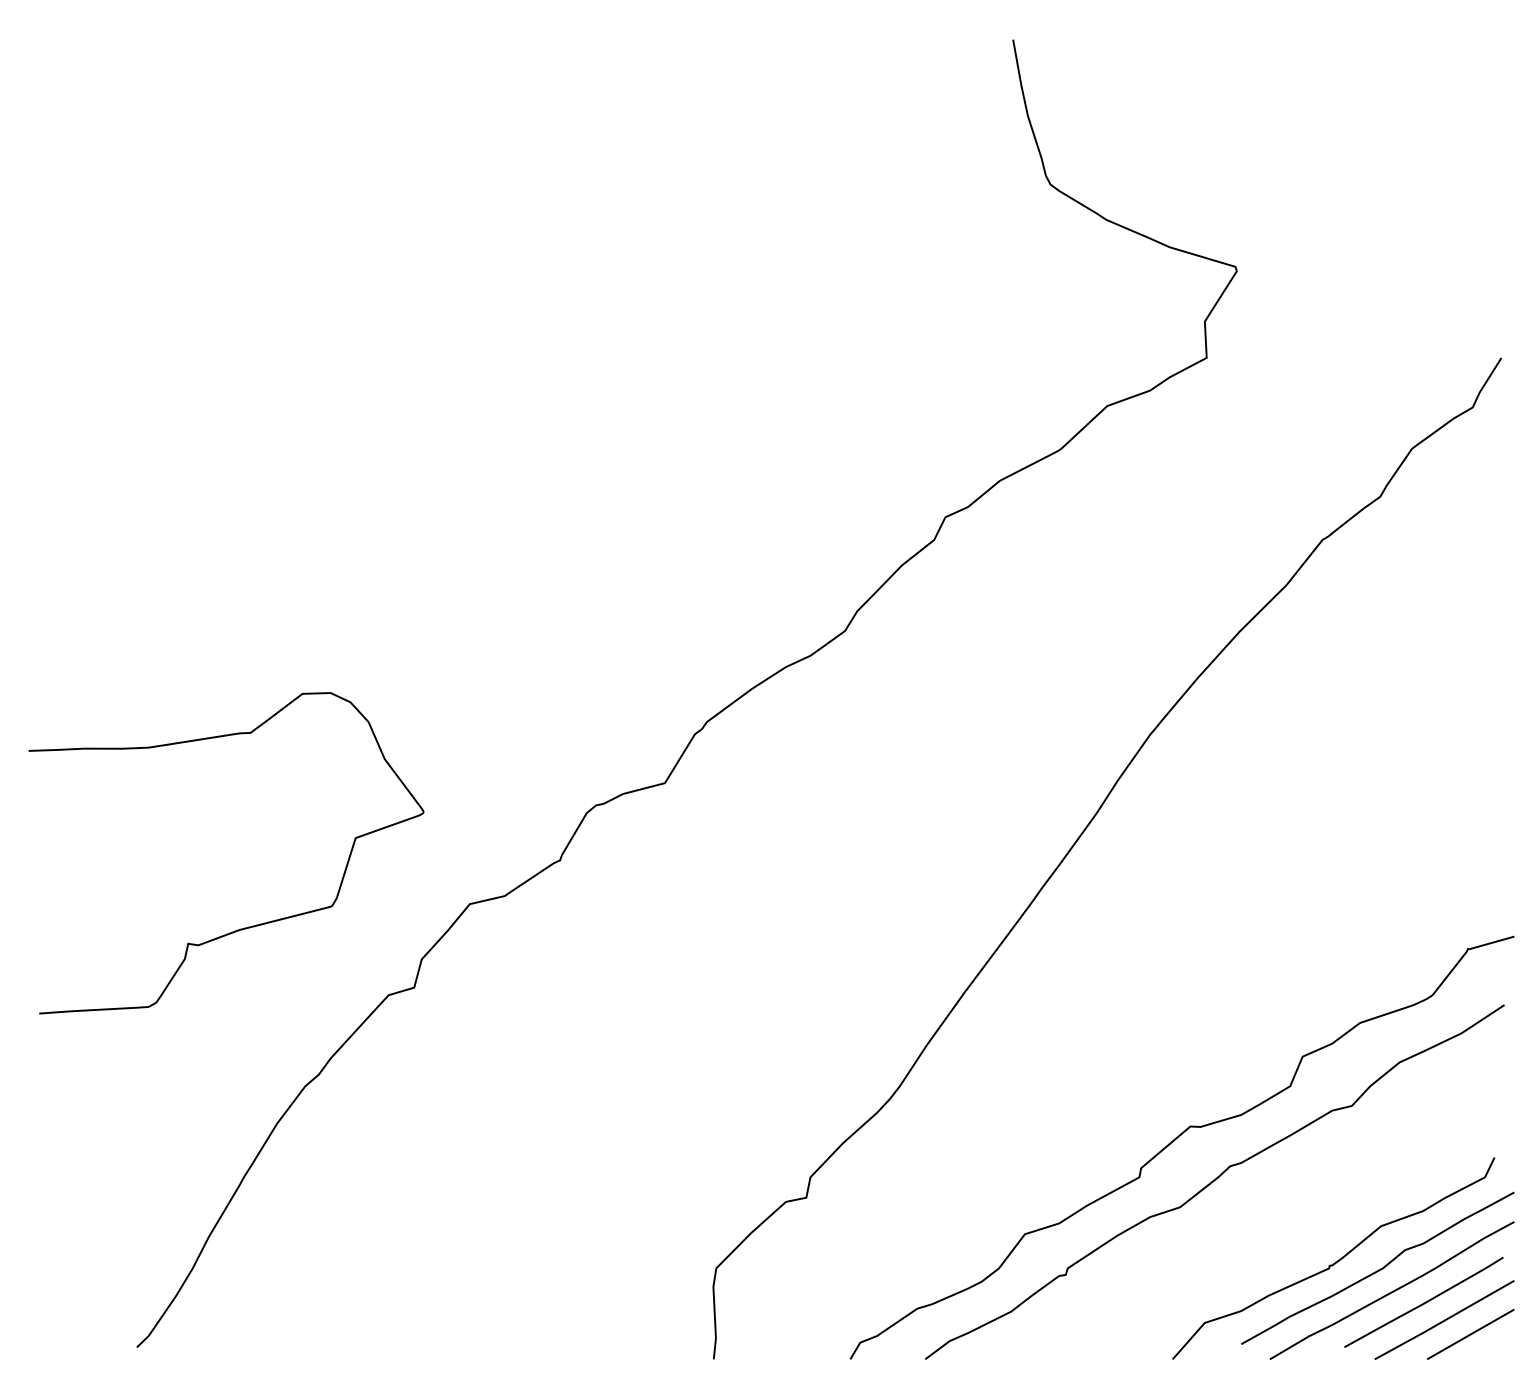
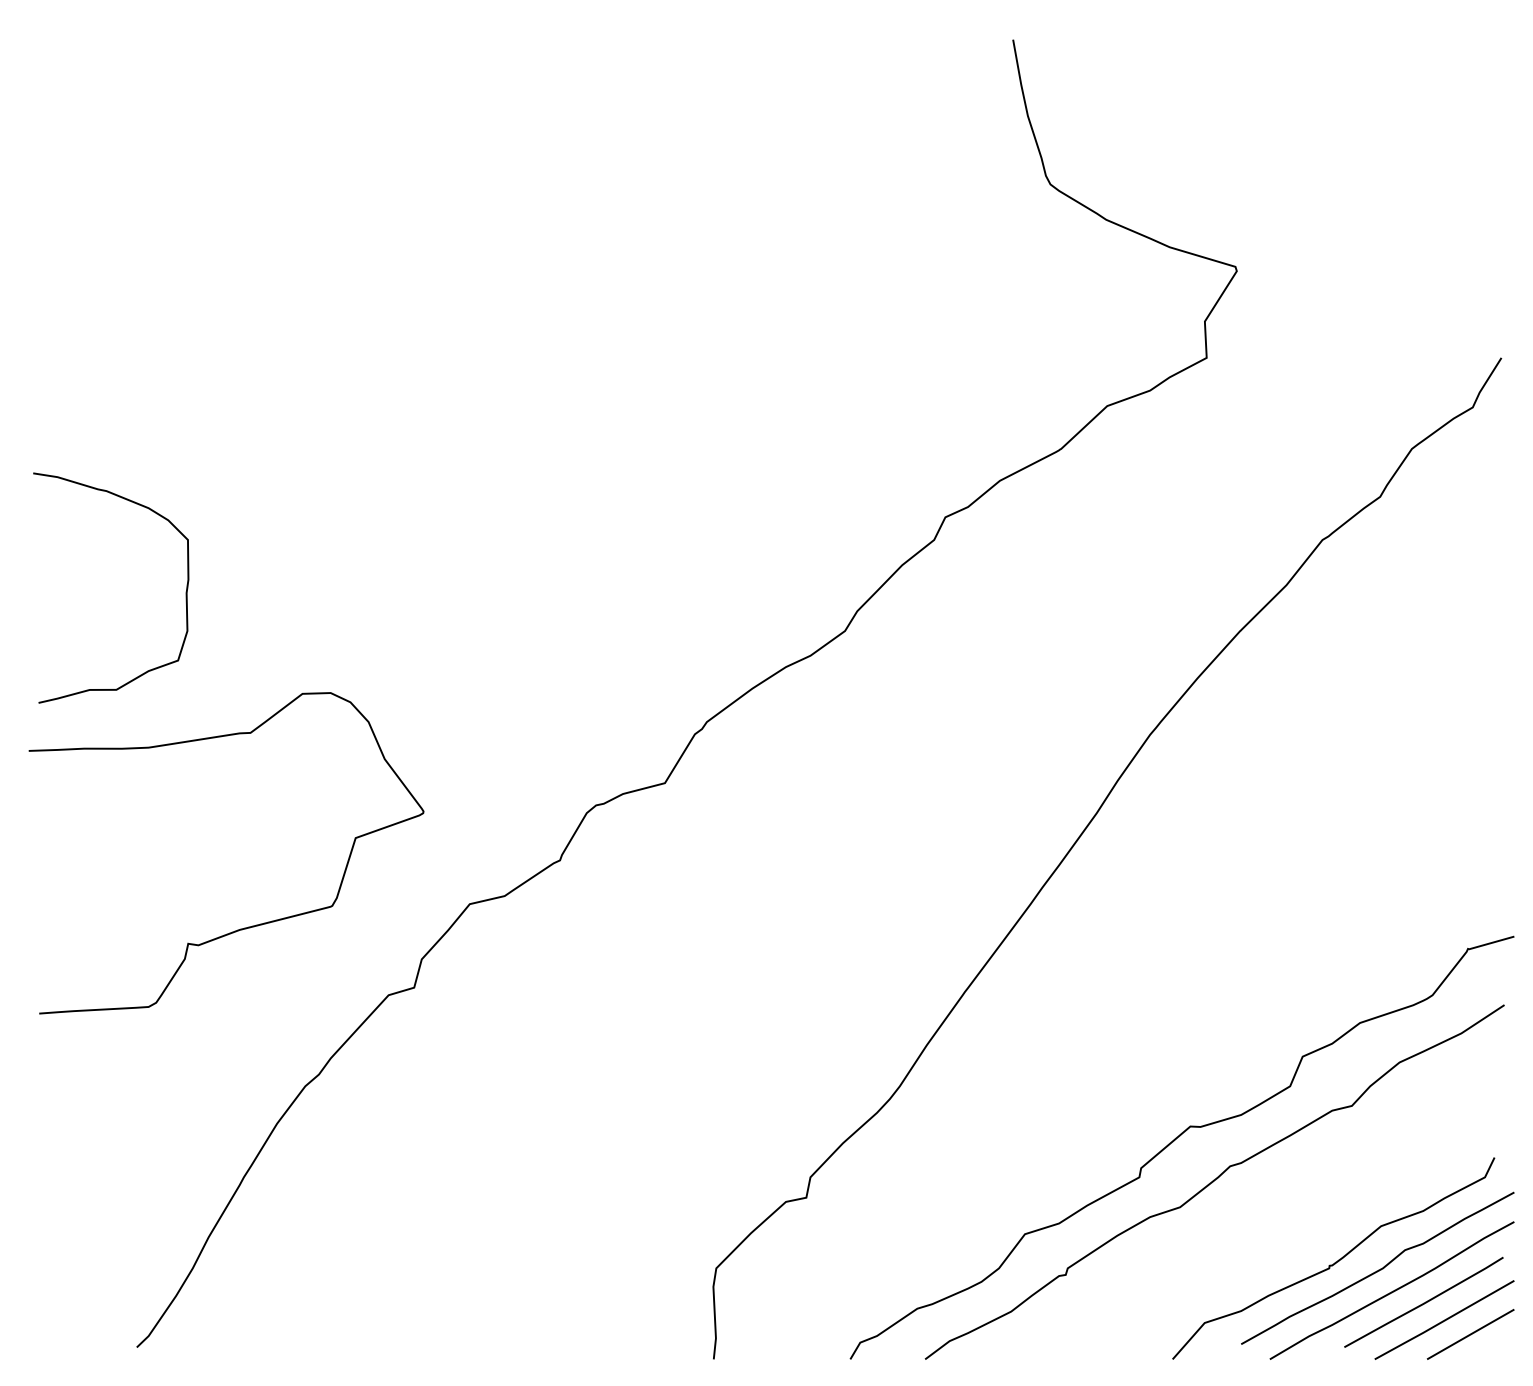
curve at (185, 591): none -> present
